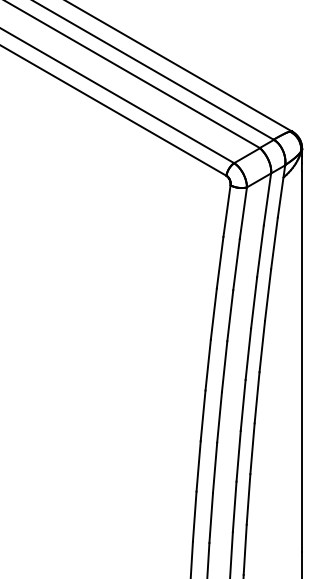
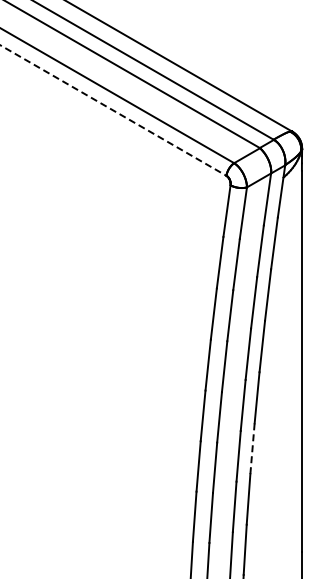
line at (113, 110): solid -> dashed
line at (252, 449): solid -> dashed
